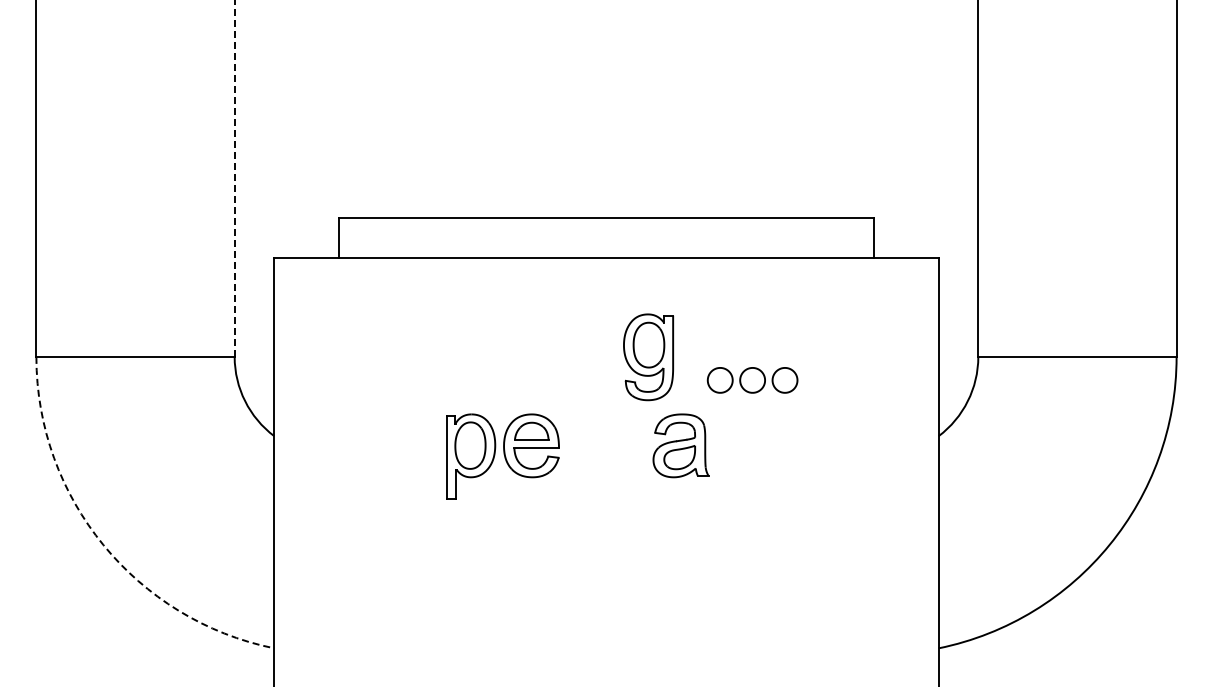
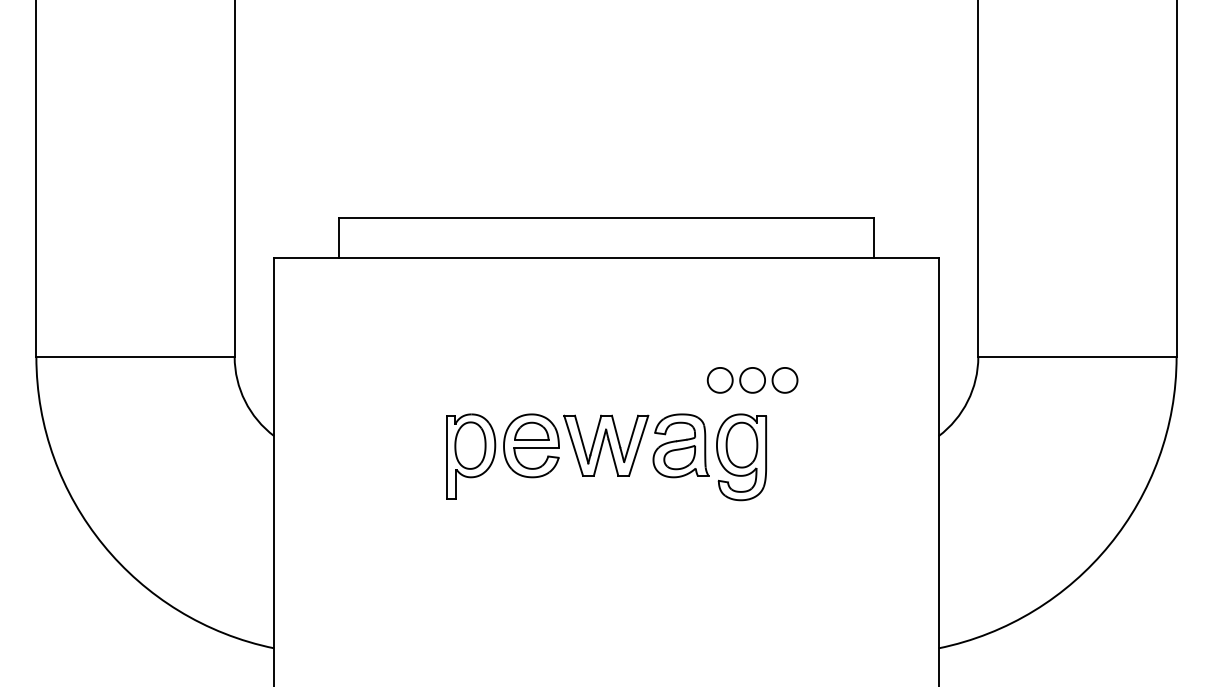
line at (234, 178): dashed -> solid
part at (648, 357) position: (648, 357) -> (741, 457)
part at (606, 445): none -> present
arc at (103, 545): dashed -> solid
